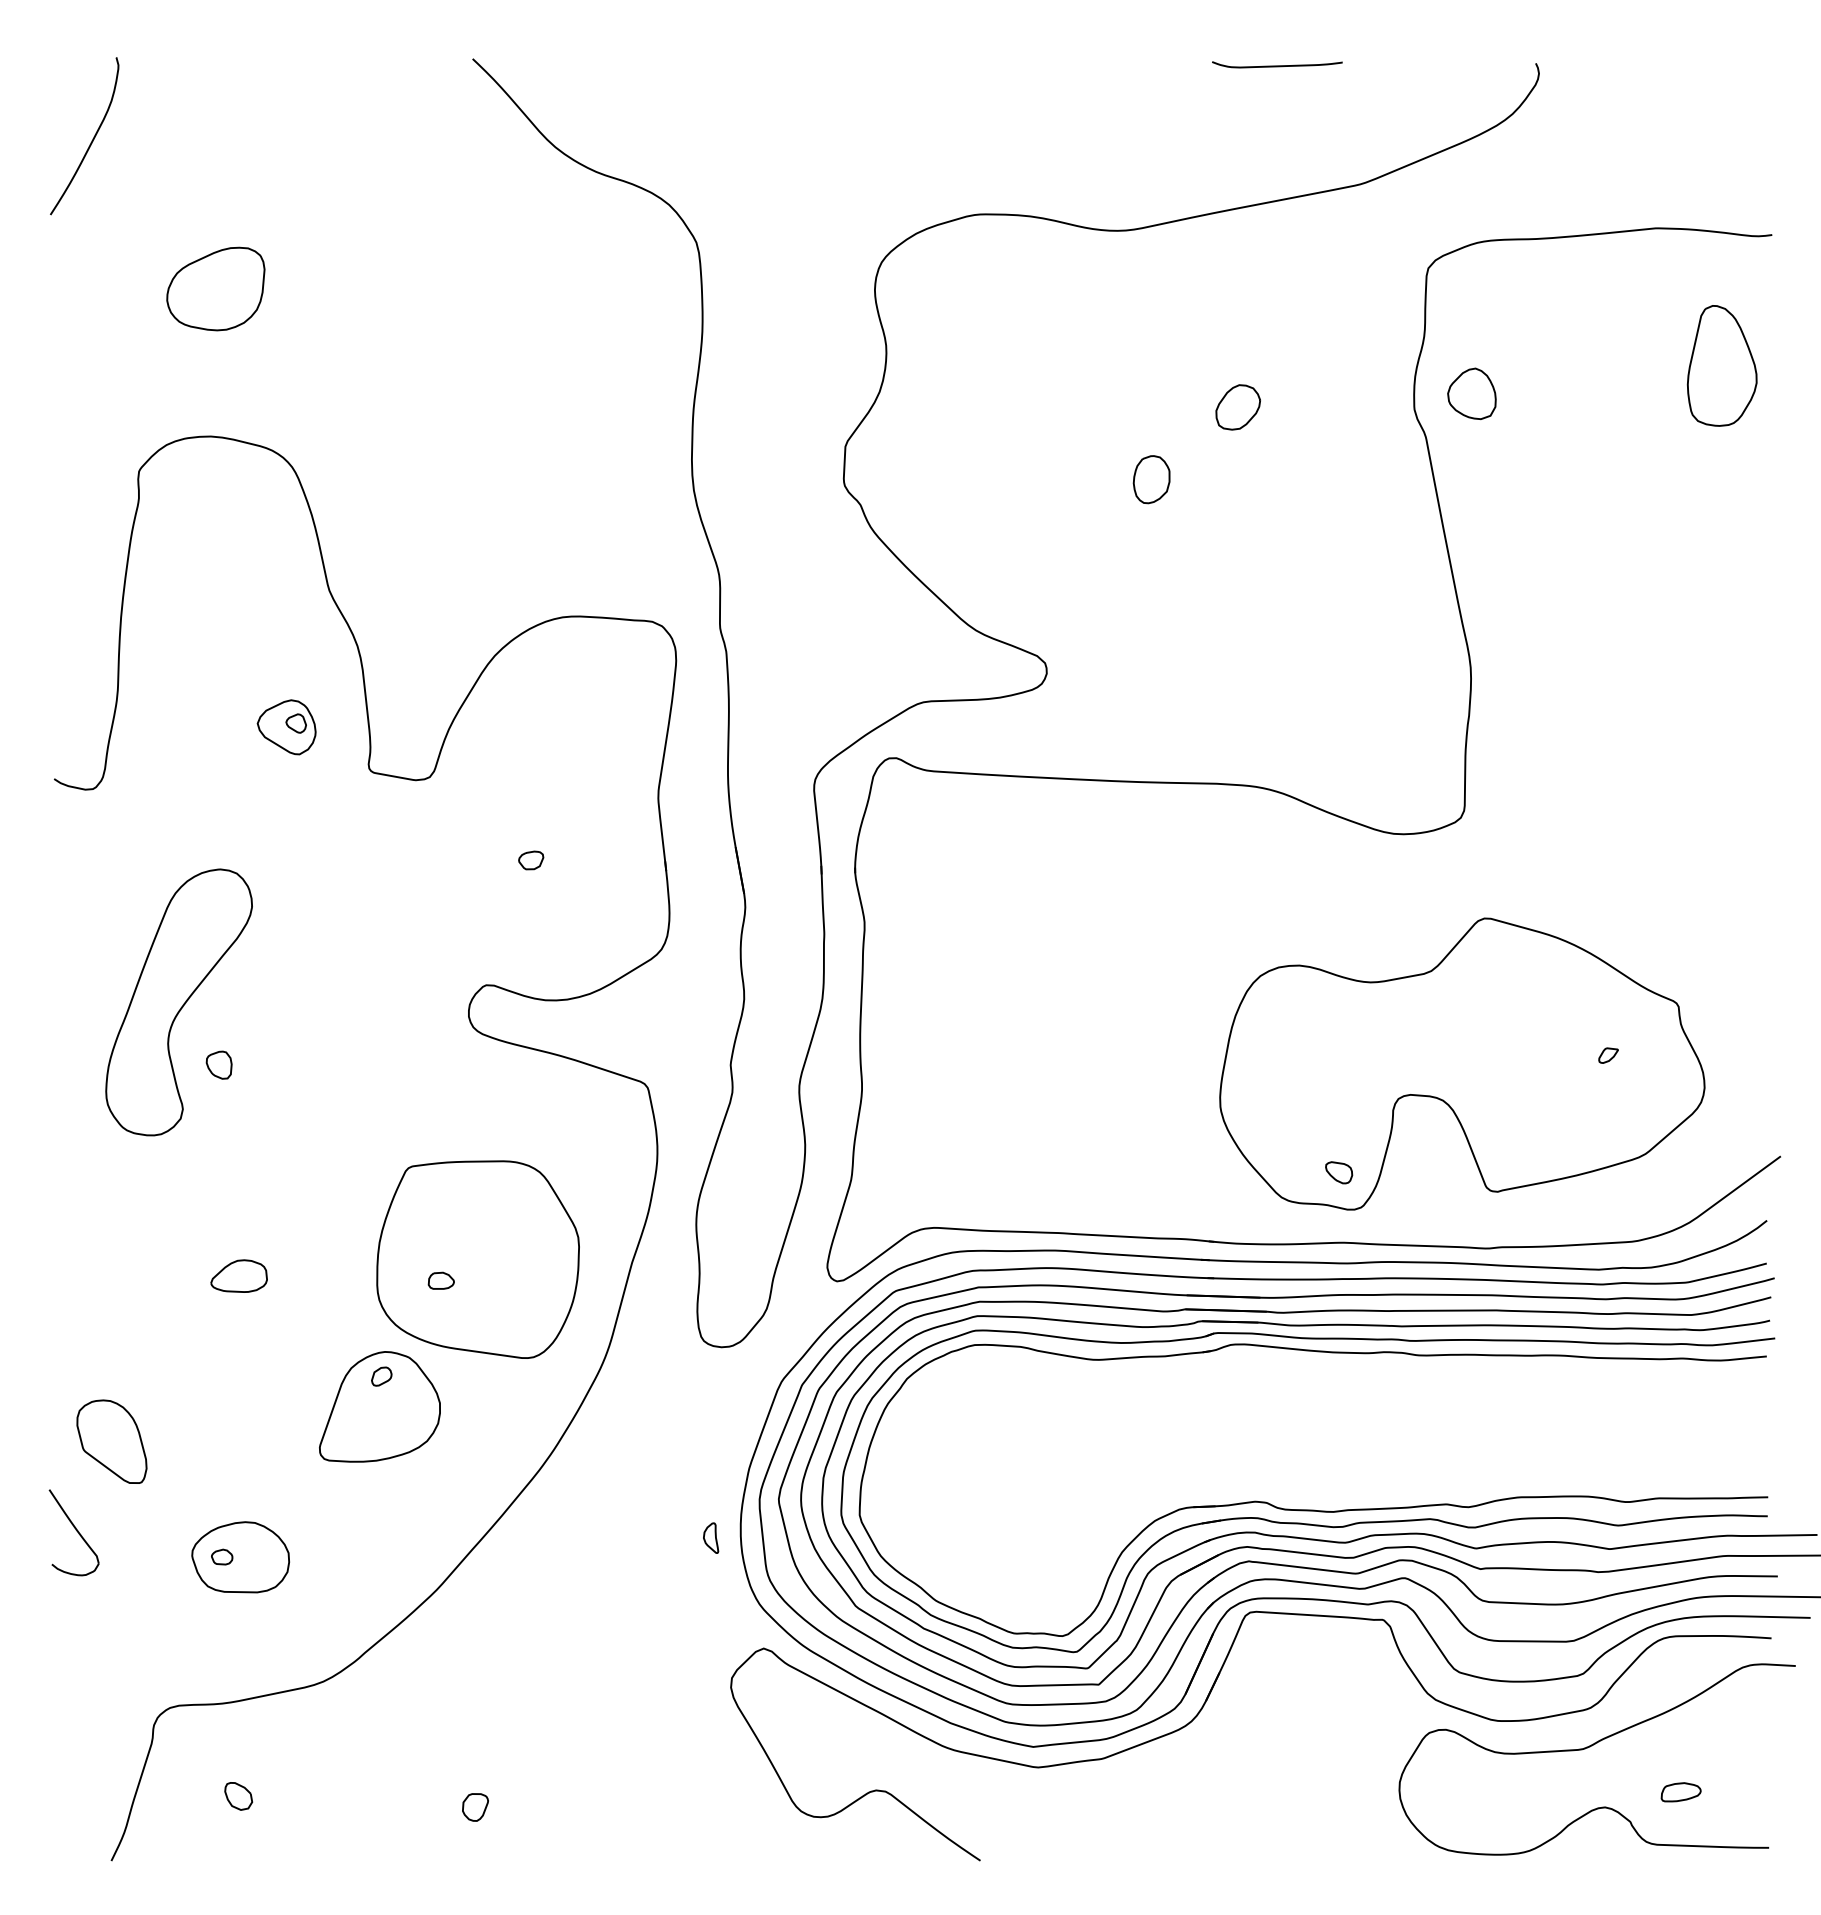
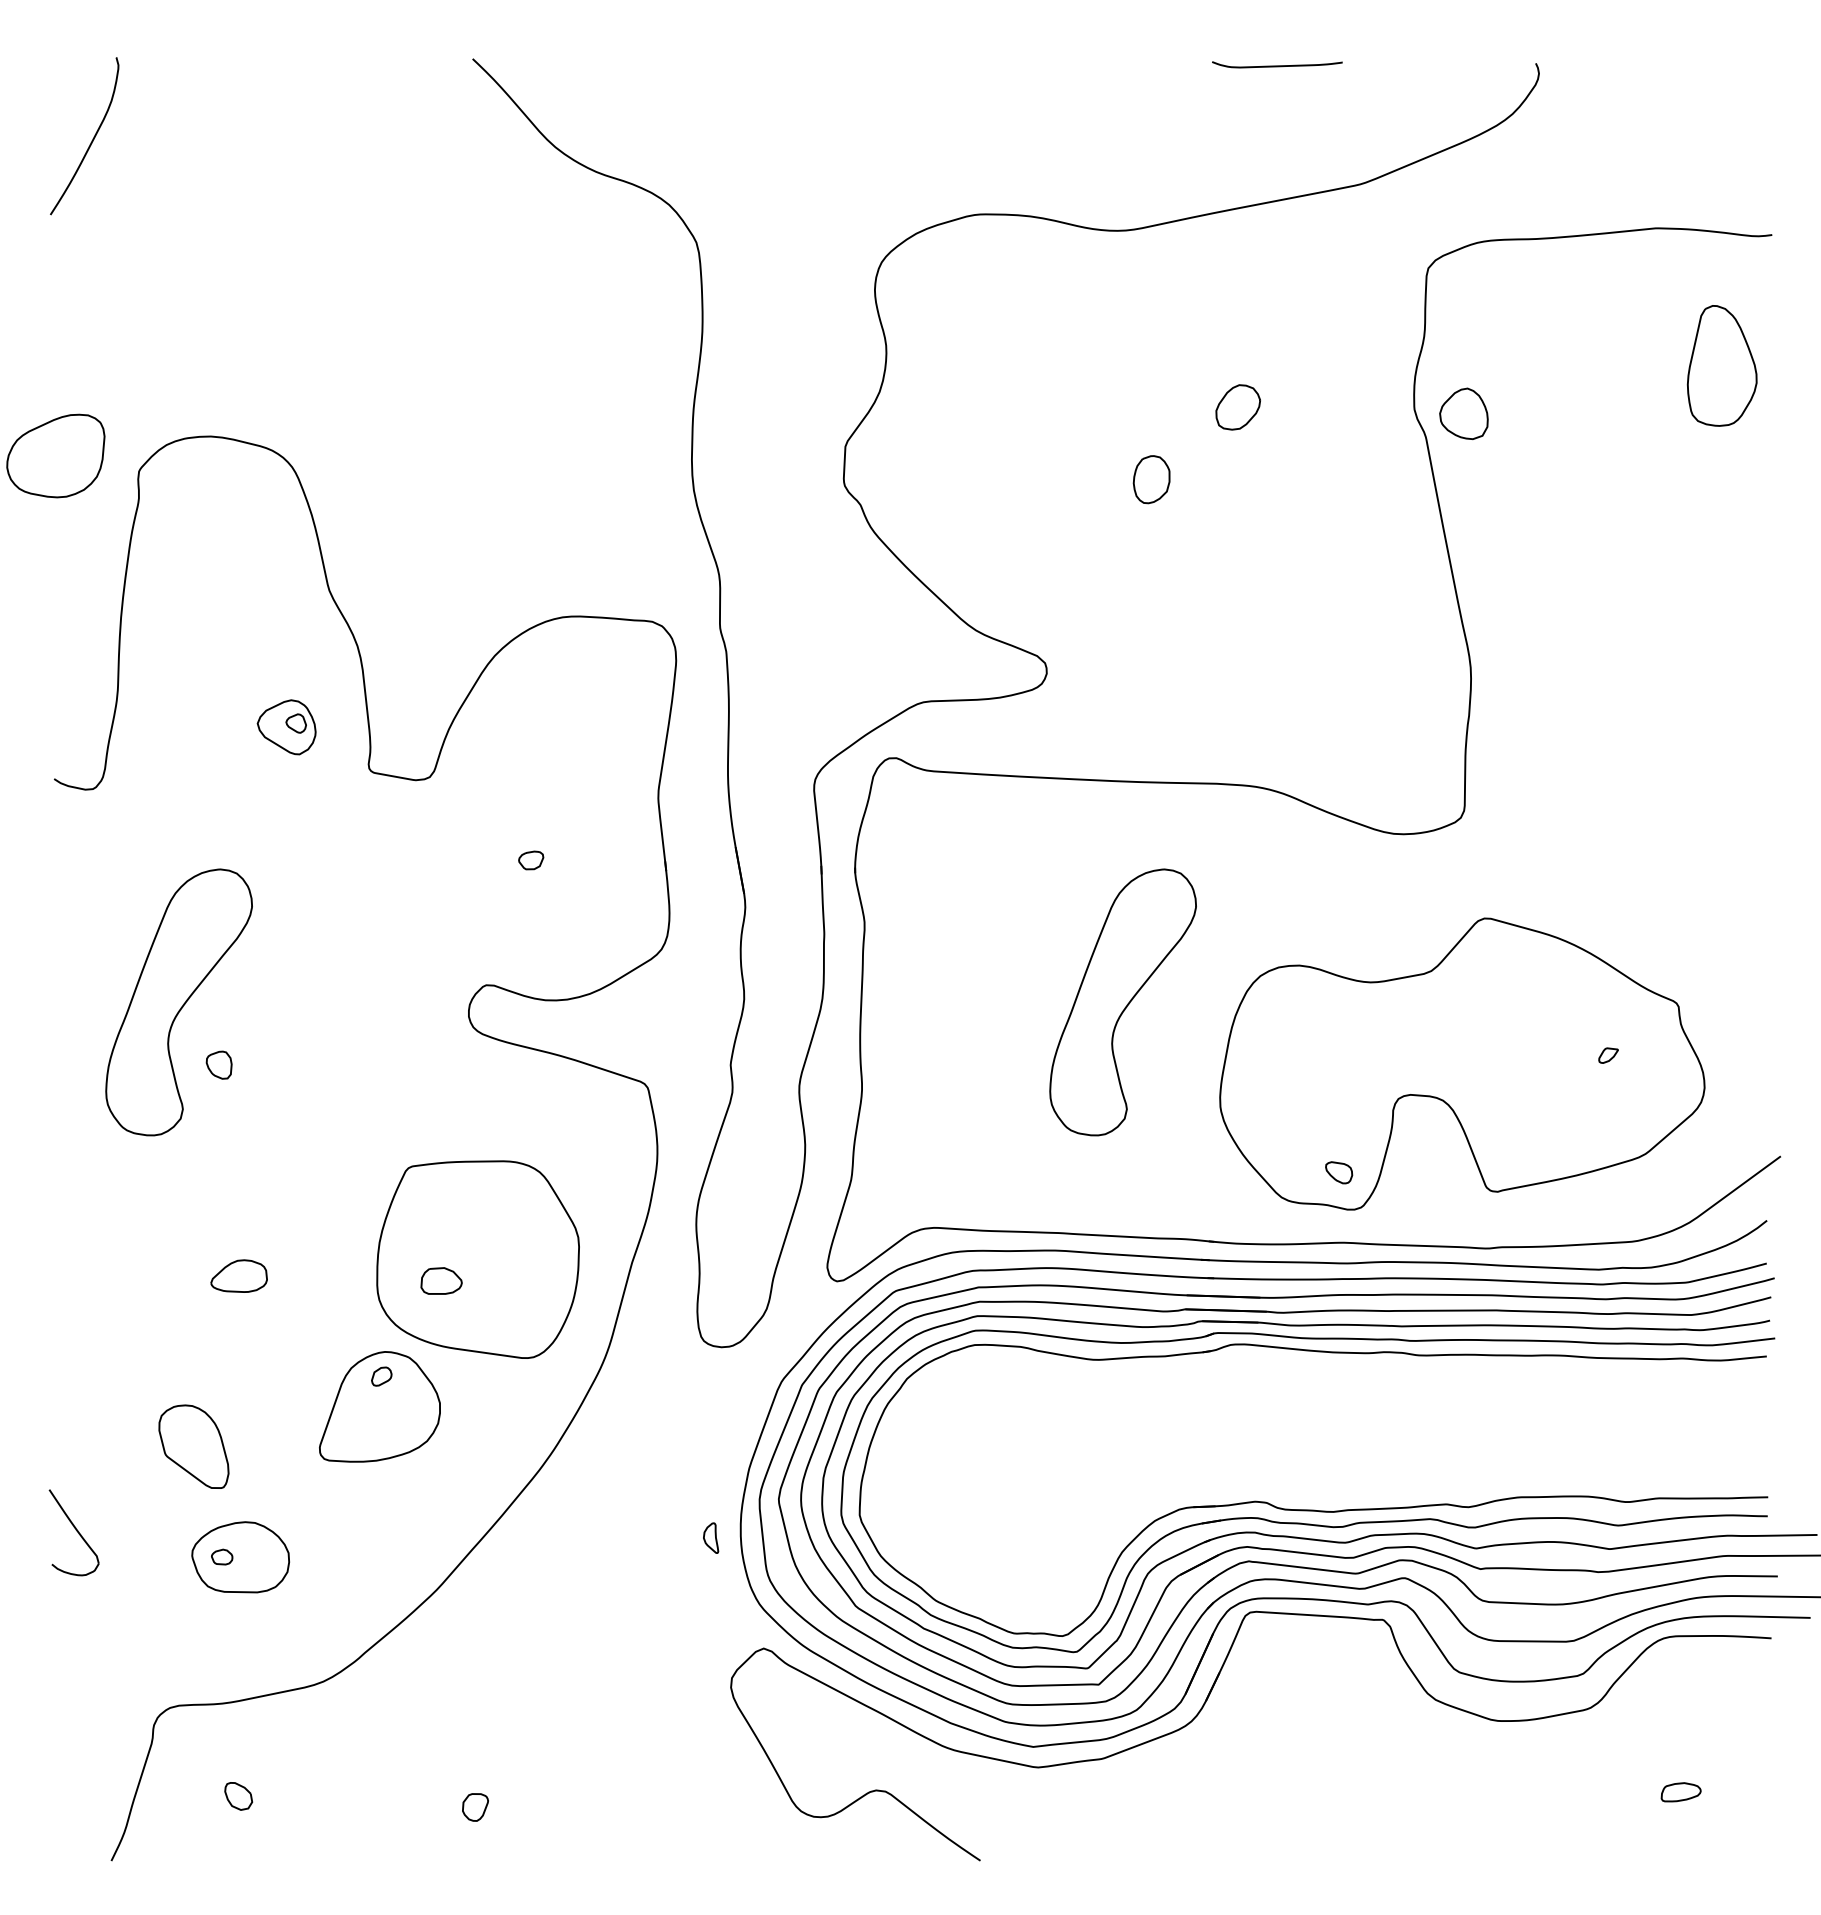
part at (215, 288) position: (215, 288) -> (55, 455)
part at (1471, 393) position: (1471, 393) -> (1463, 413)
part at (1122, 1002): none -> present
part at (440, 1280) size: 28x19 px -> 43x28 px
part at (111, 1441) position: (111, 1441) -> (193, 1446)
curve at (1590, 1747): present -> none
